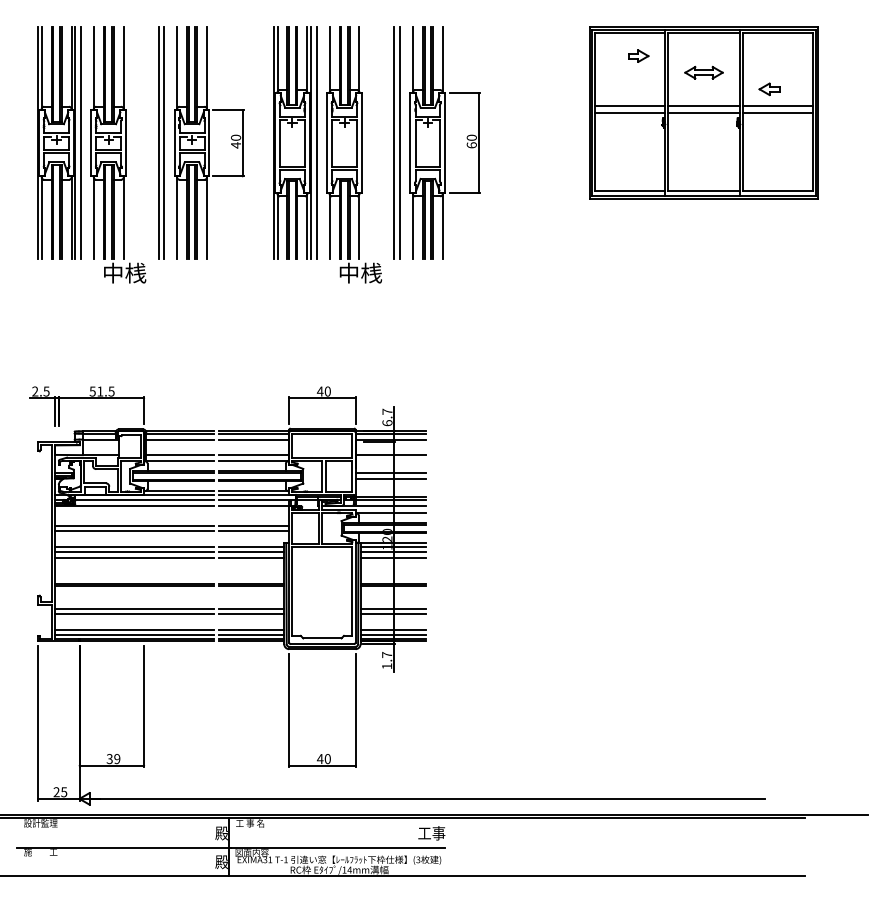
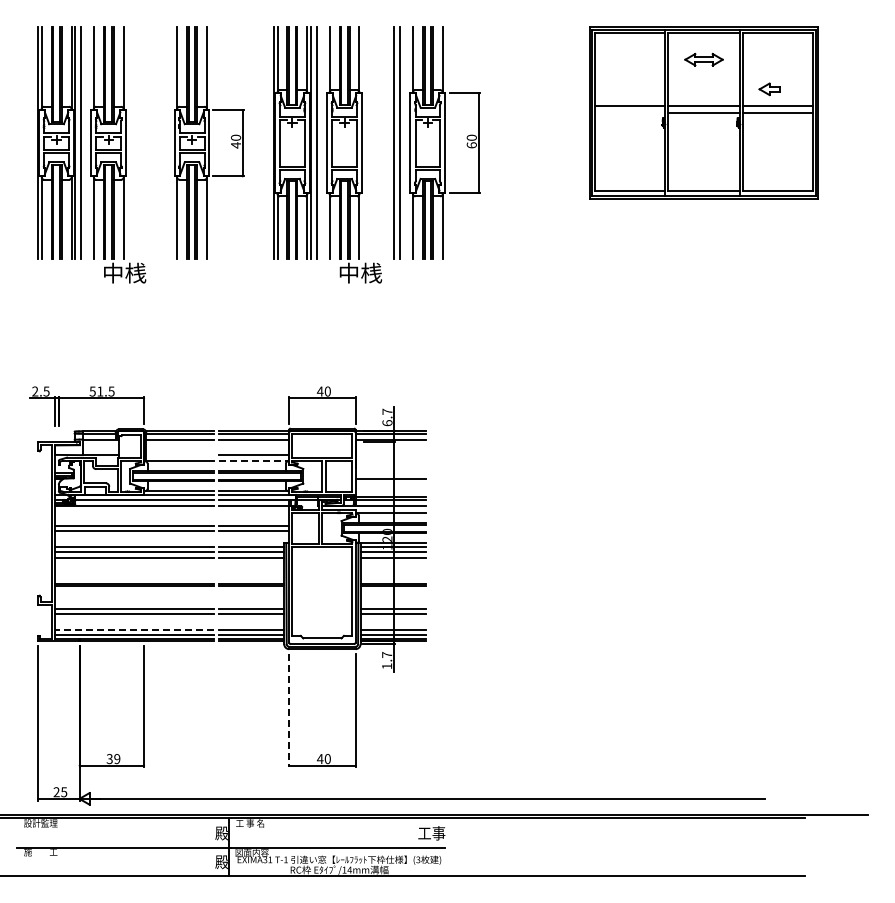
part at (638, 55): present -> none
part at (703, 72) position: (703, 72) -> (703, 59)
line at (630, 112): present -> none
part at (161, 142): present -> none
line at (180, 455): present -> none
line at (390, 455): present -> none
line at (254, 461): solid -> dashed
line at (390, 473): present -> none
line at (134, 630): solid -> dashed
line at (289, 710): solid -> dashed
